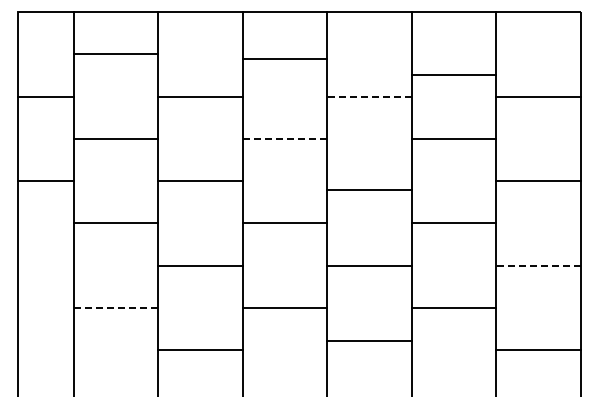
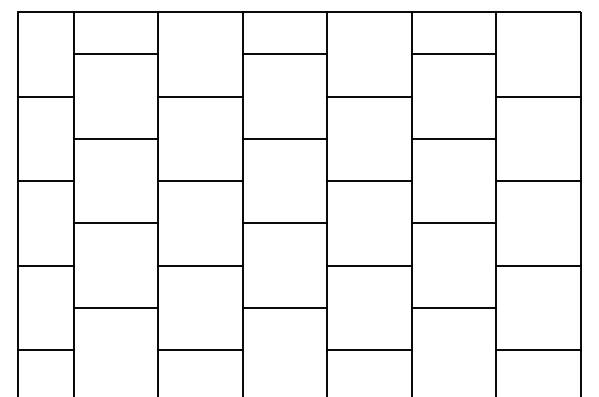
line at (284, 59) position: (284, 59) -> (284, 54)
line at (453, 75) position: (453, 75) -> (453, 54)
line at (369, 96): dashed -> solid
line at (284, 138): dashed -> solid
line at (369, 190) position: (369, 190) -> (369, 181)
line at (45, 265): none -> present
line at (538, 265): dashed -> solid
line at (115, 307): dashed -> solid
line at (369, 341) position: (369, 341) -> (369, 350)
line at (45, 350): none -> present
